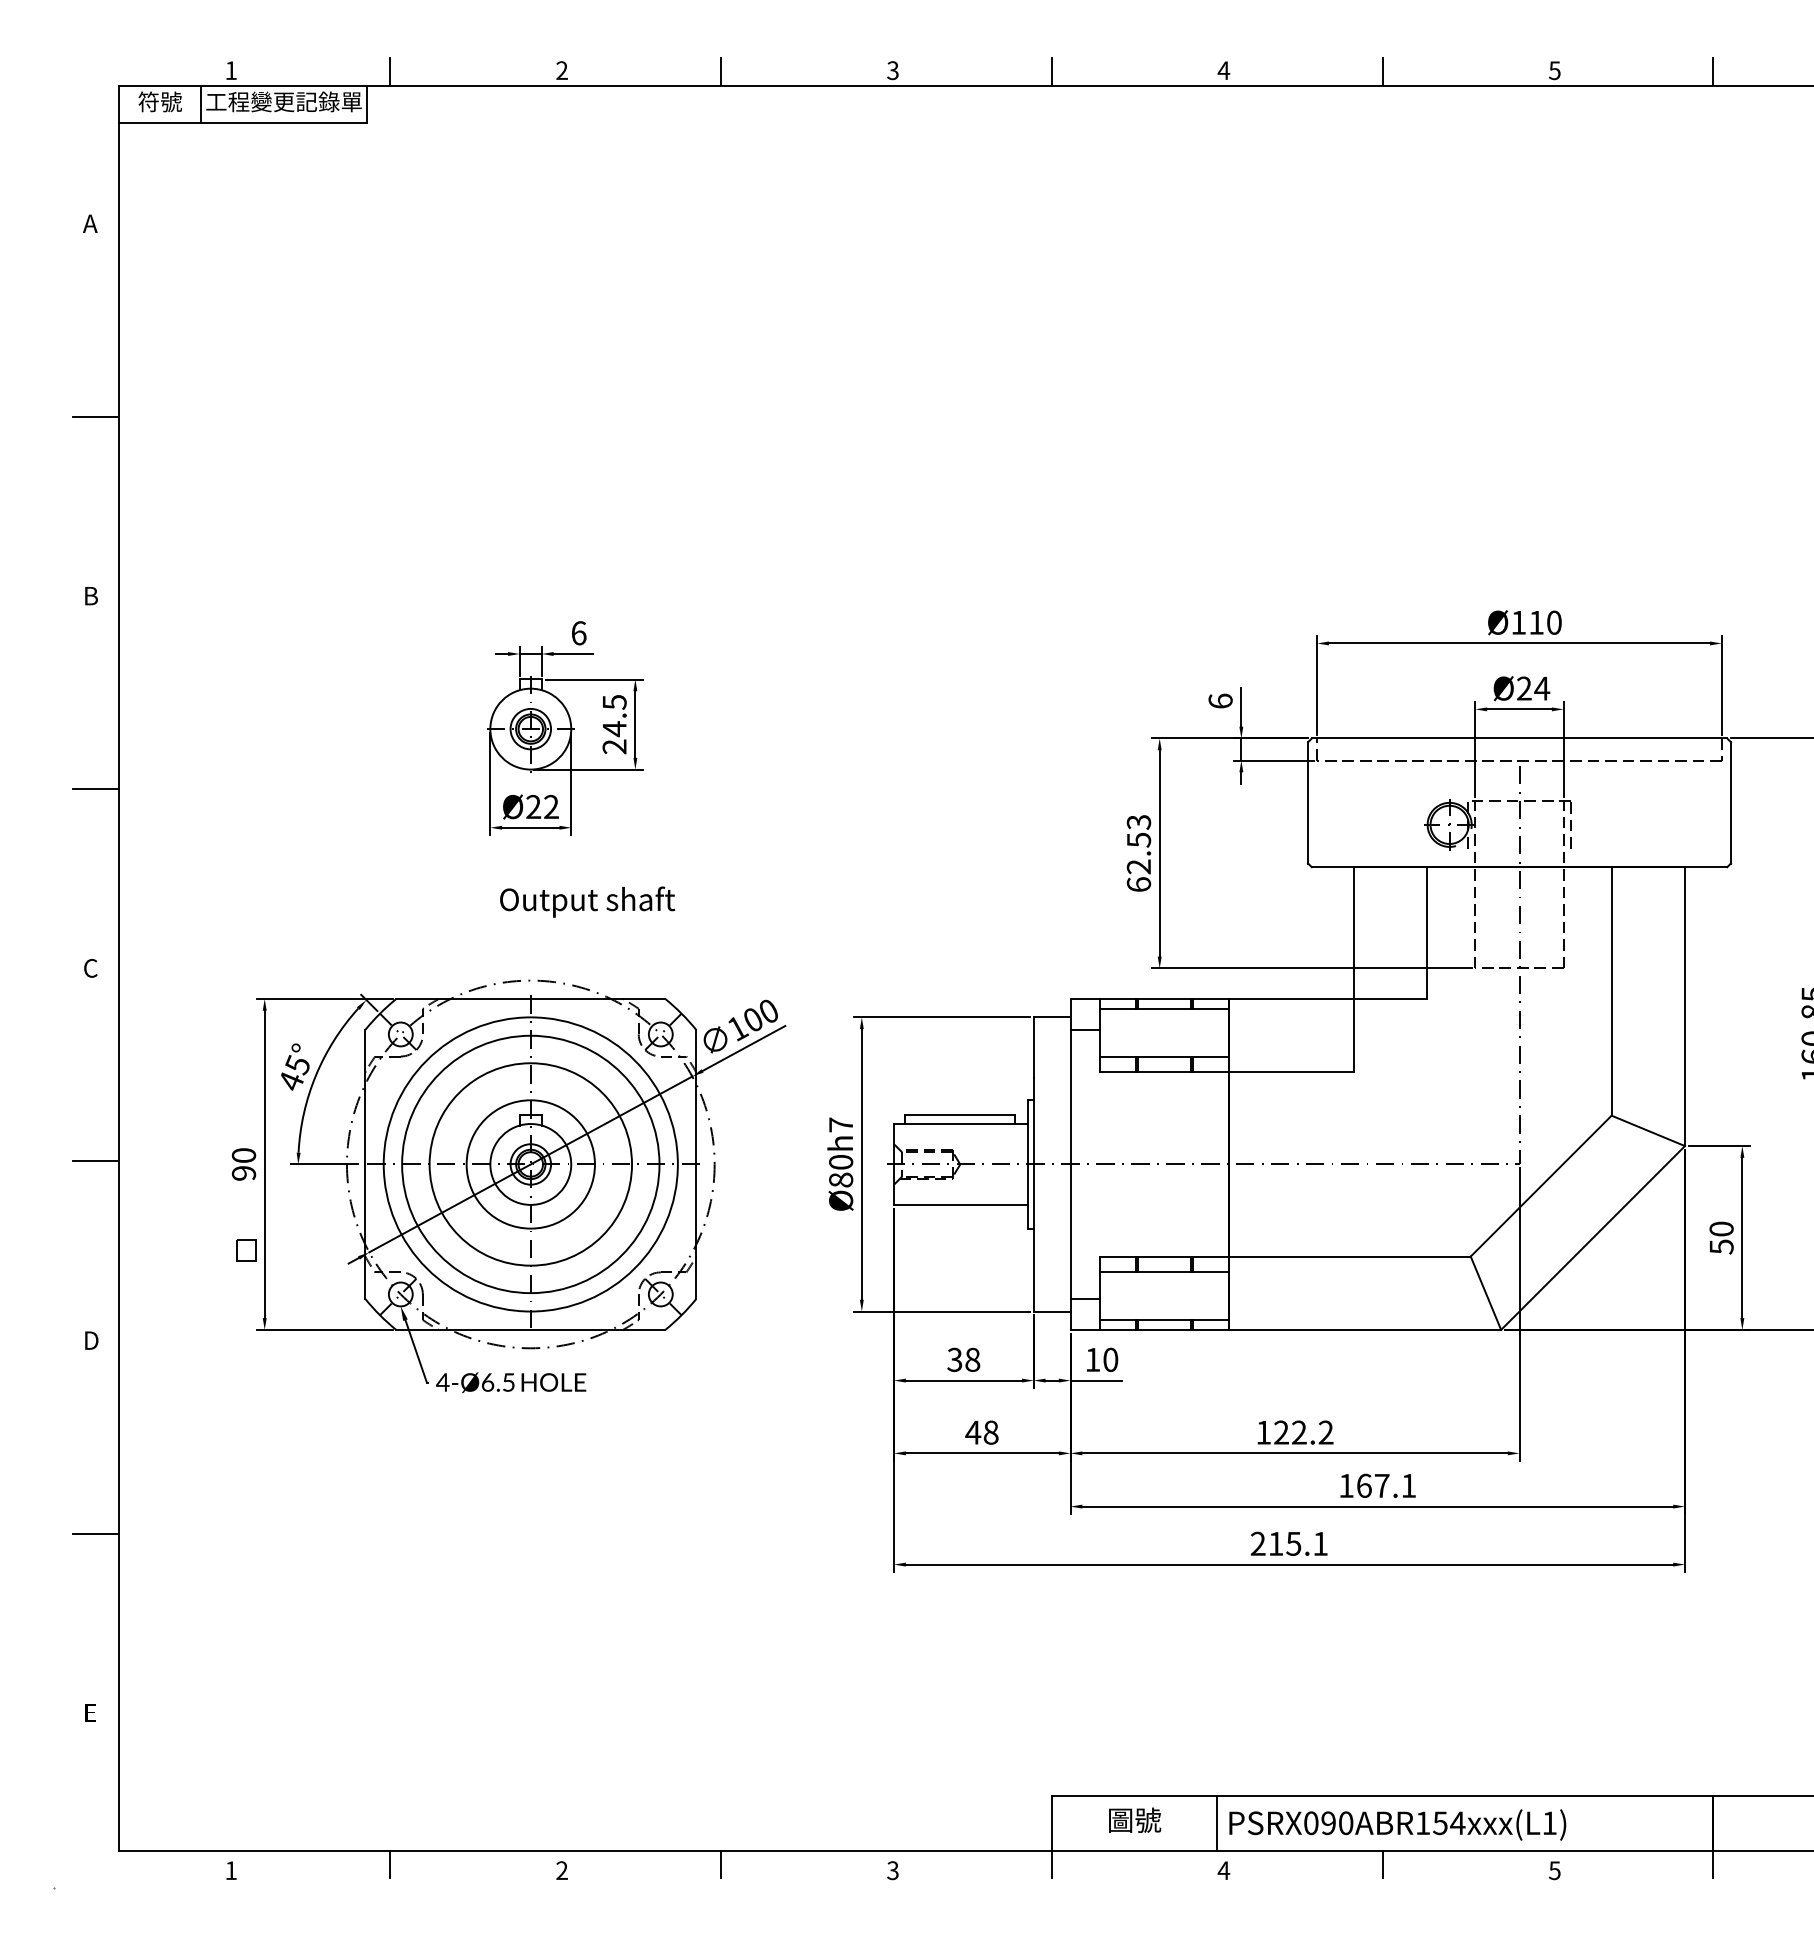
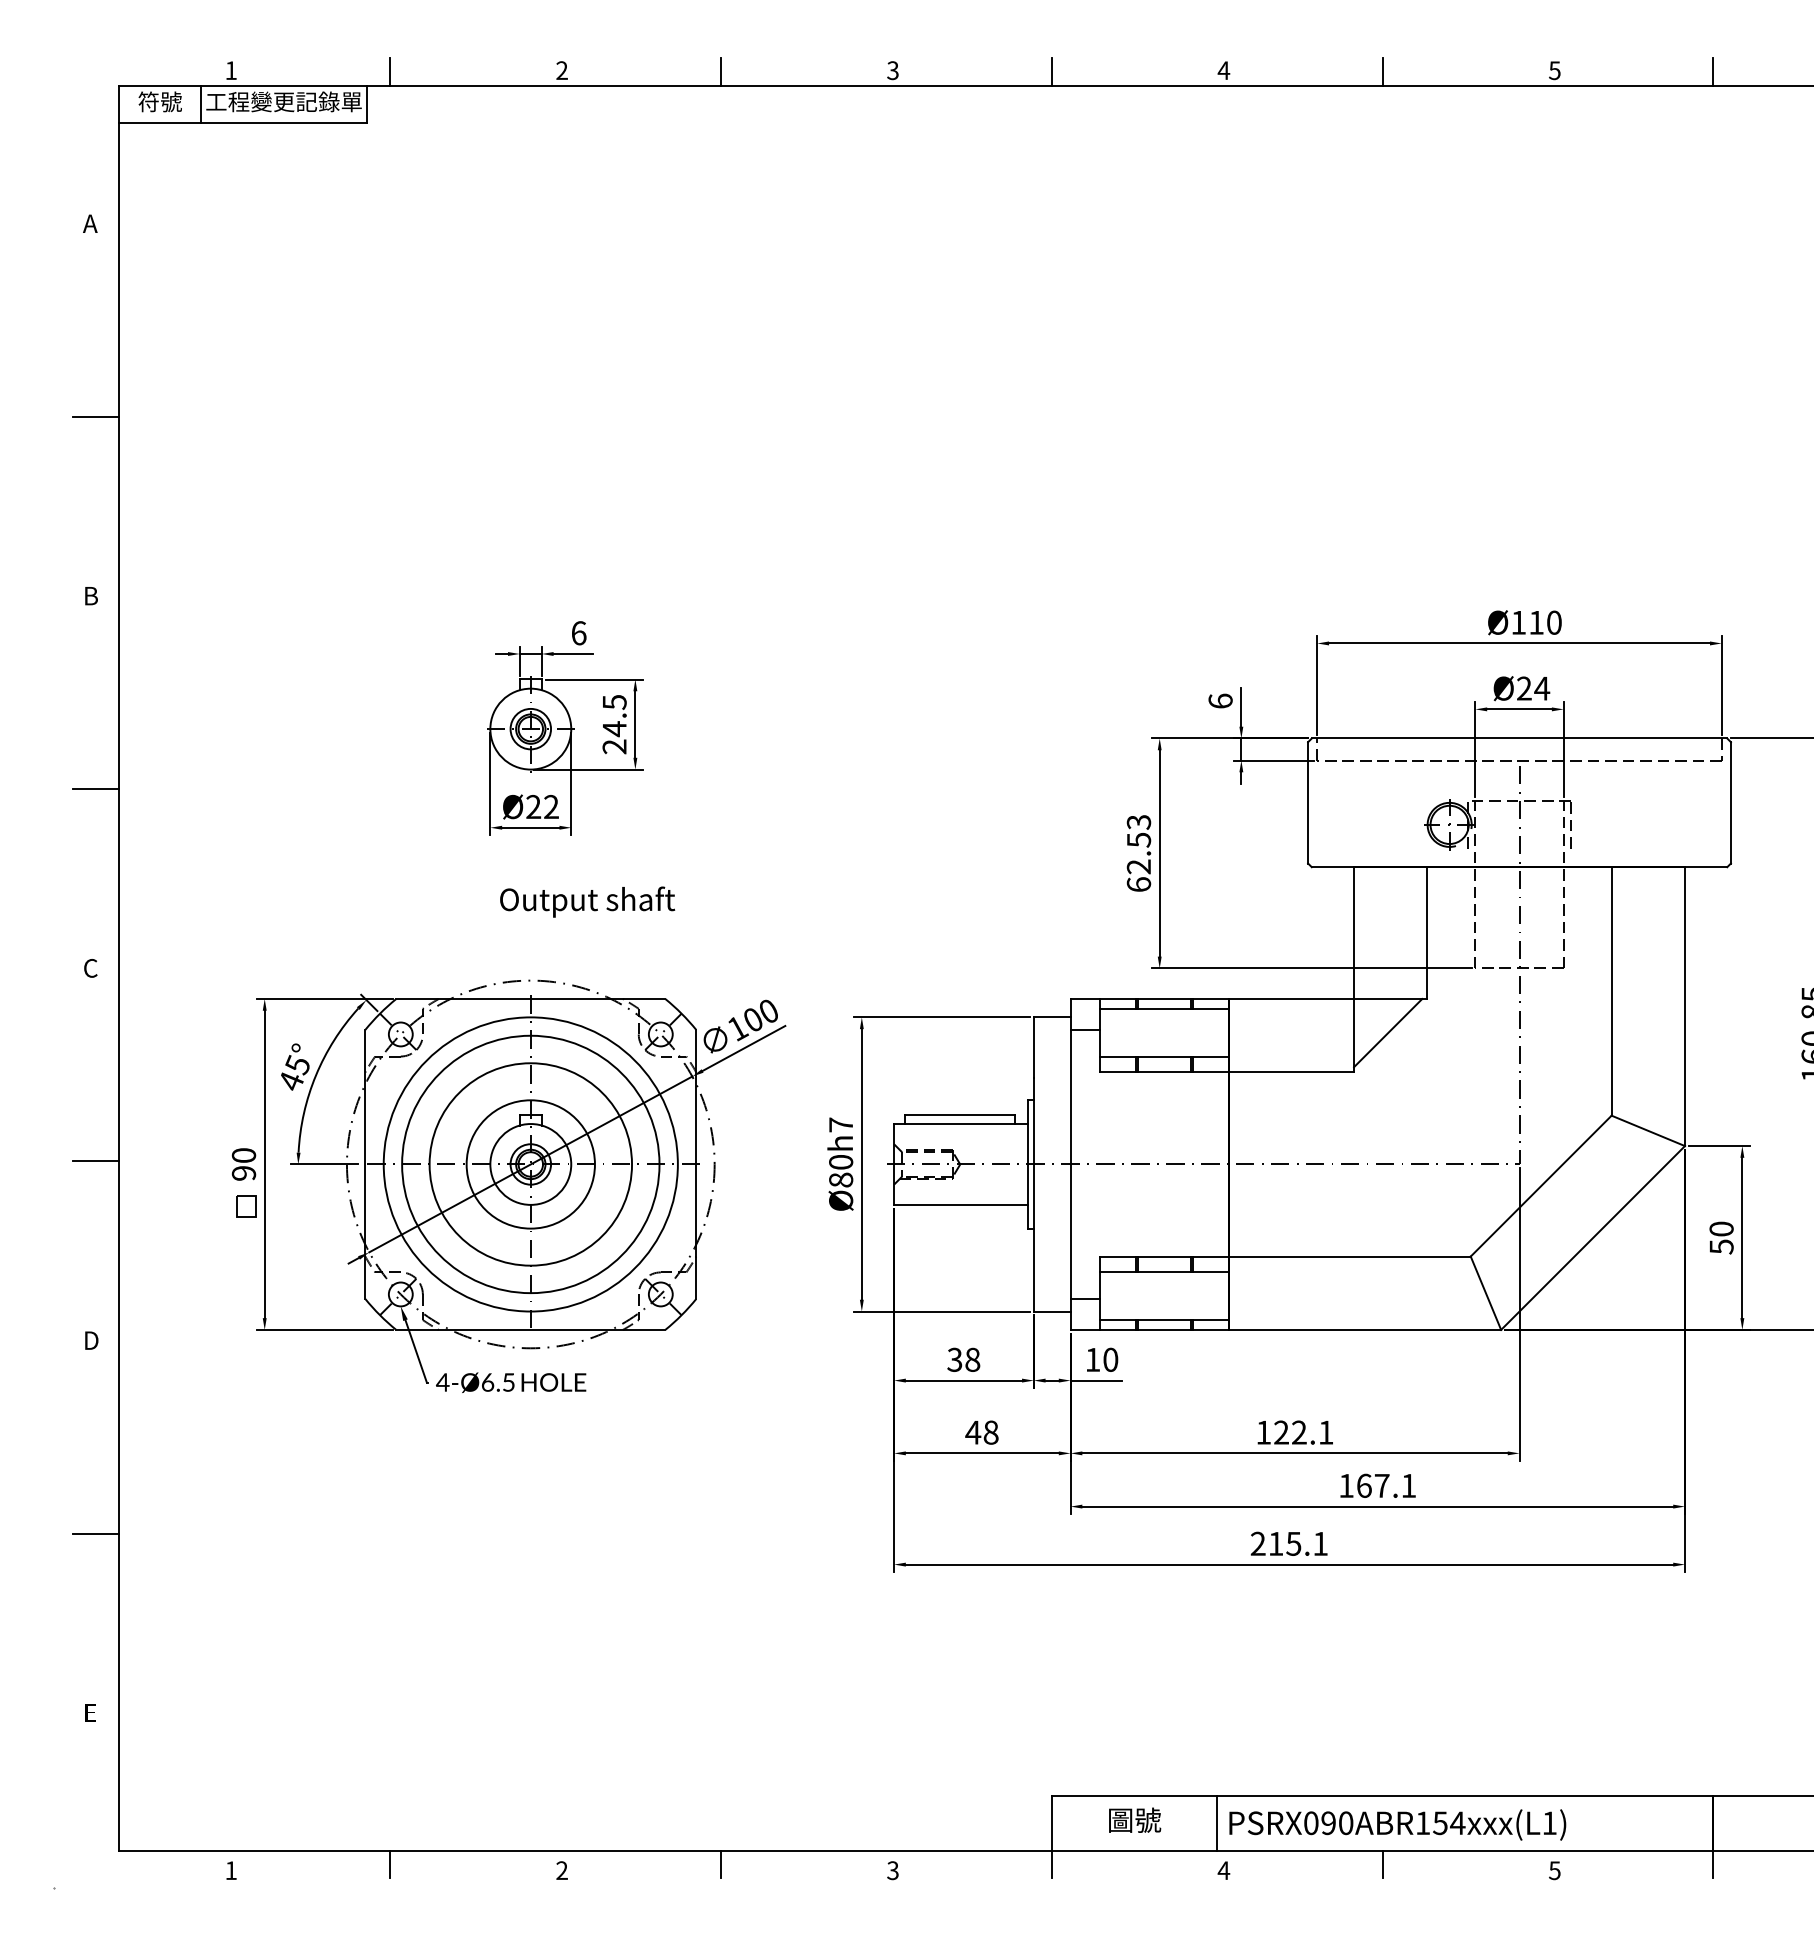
line at (1388, 1033): none -> present
part at (246, 1250) position: (246, 1250) -> (246, 1206)
text at (1325, 1432): 122.2 -> 122.1
